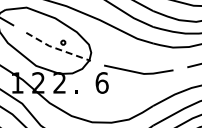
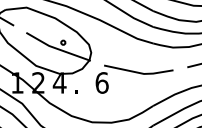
line at (57, 48): dashed -> solid
text at (59, 82): 2 -> 4
